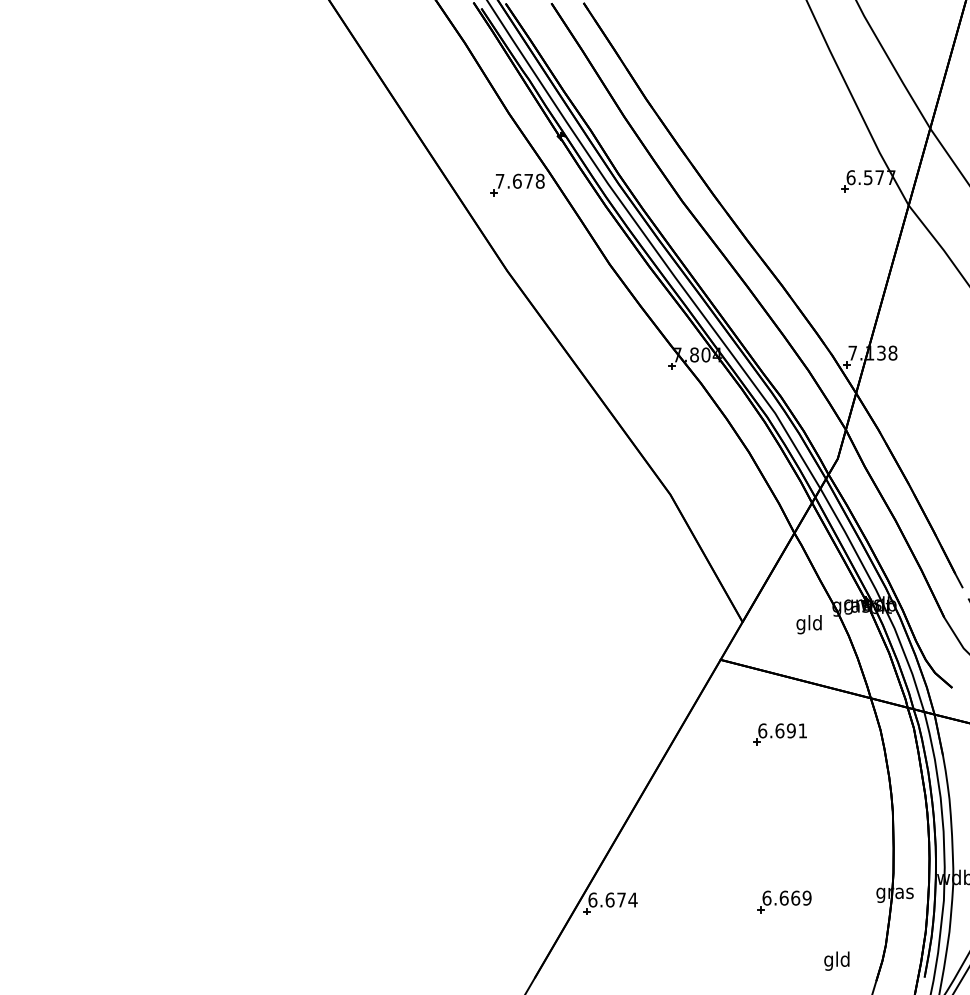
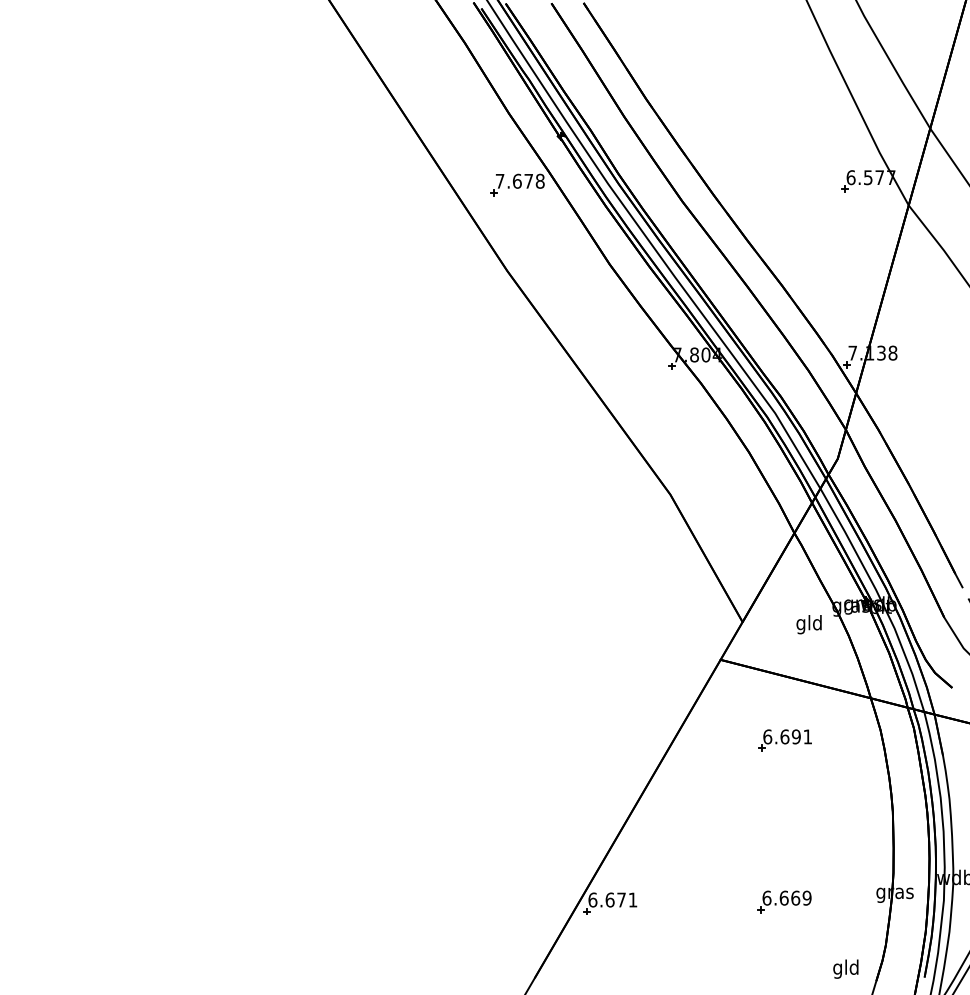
part at (779, 734) position: (779, 734) -> (784, 740)
text at (632, 899): 6.674 -> 6.671
text at (836, 960) position: (836, 960) -> (845, 968)
